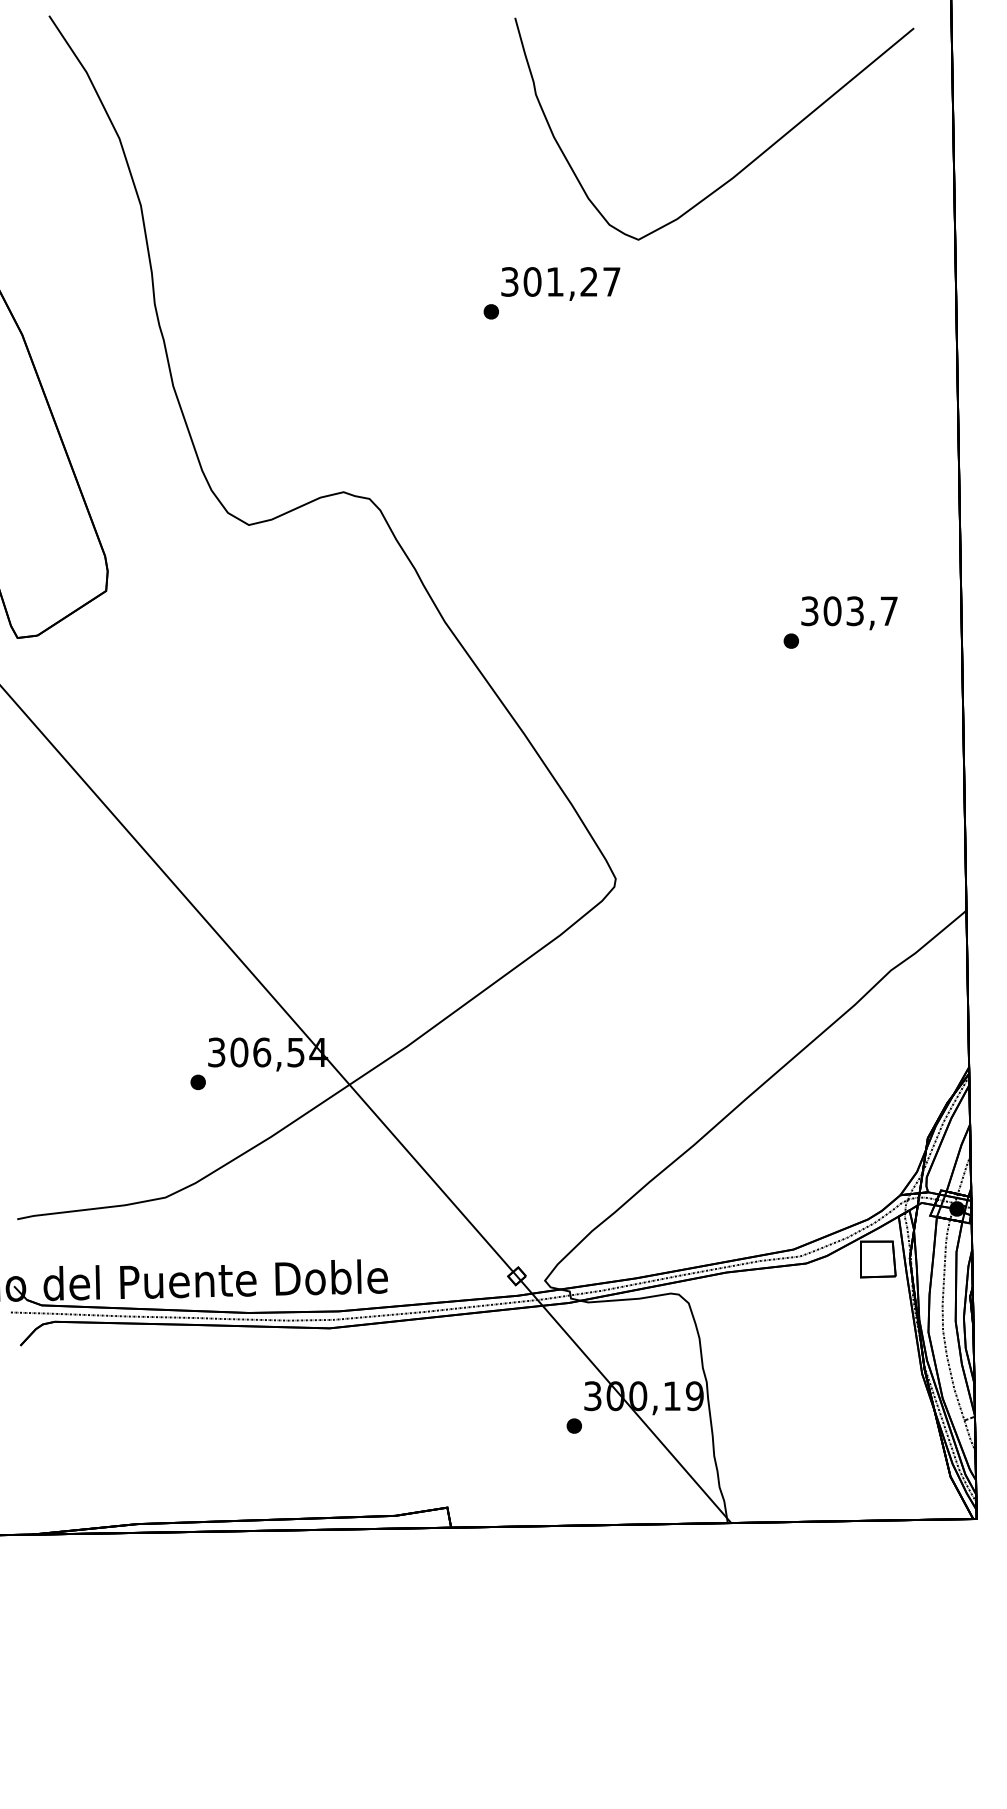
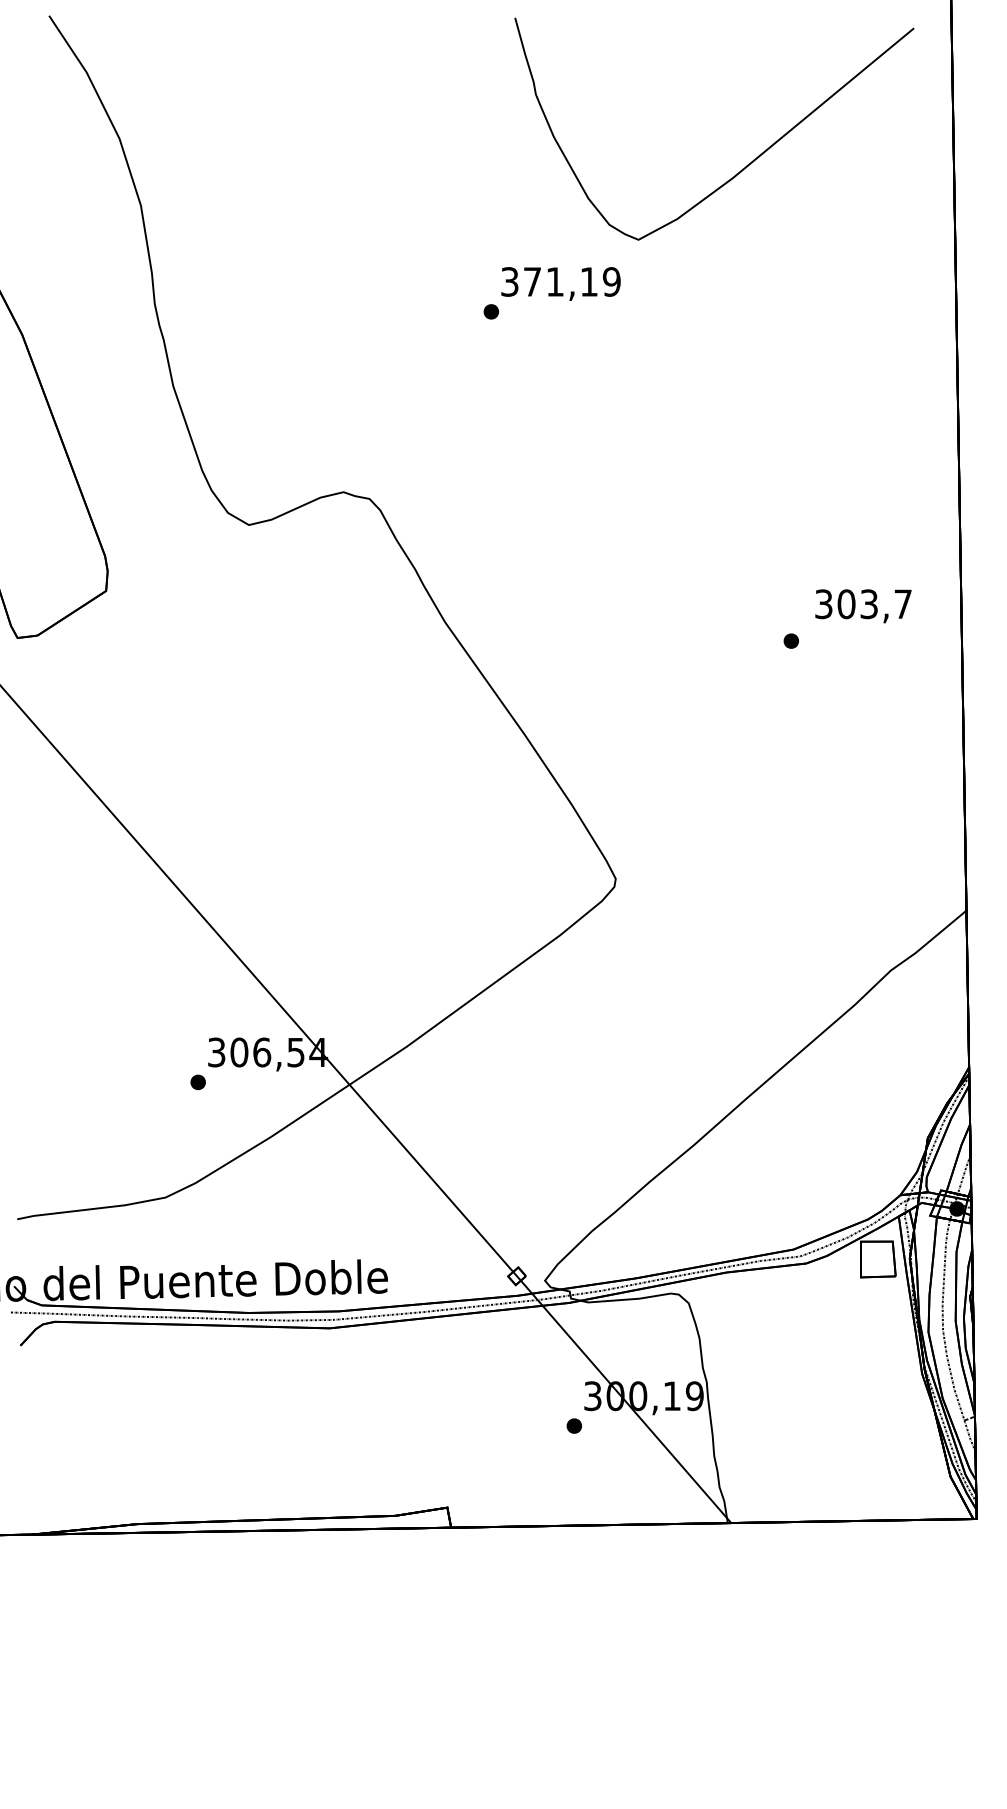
text at (571, 281): 301,27 -> 371,19
text at (849, 613) position: (849, 613) -> (863, 606)
